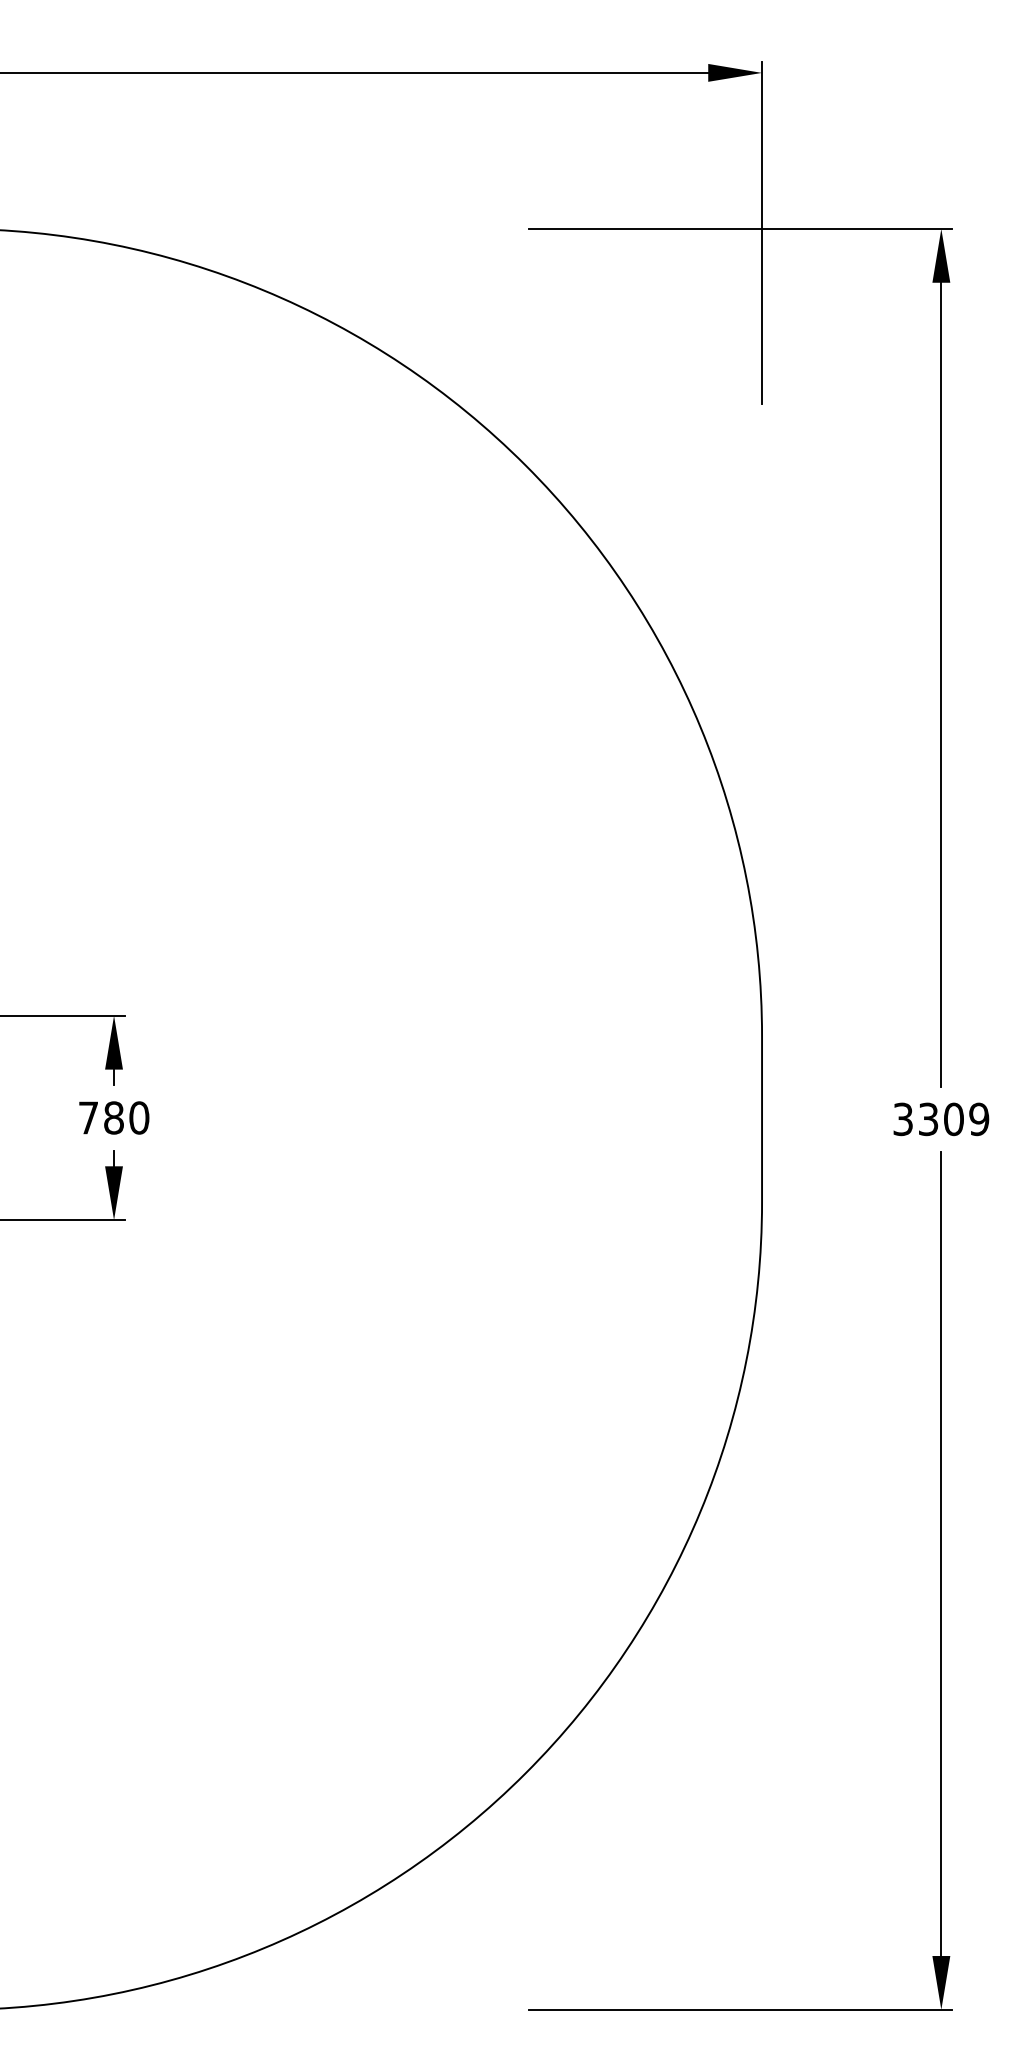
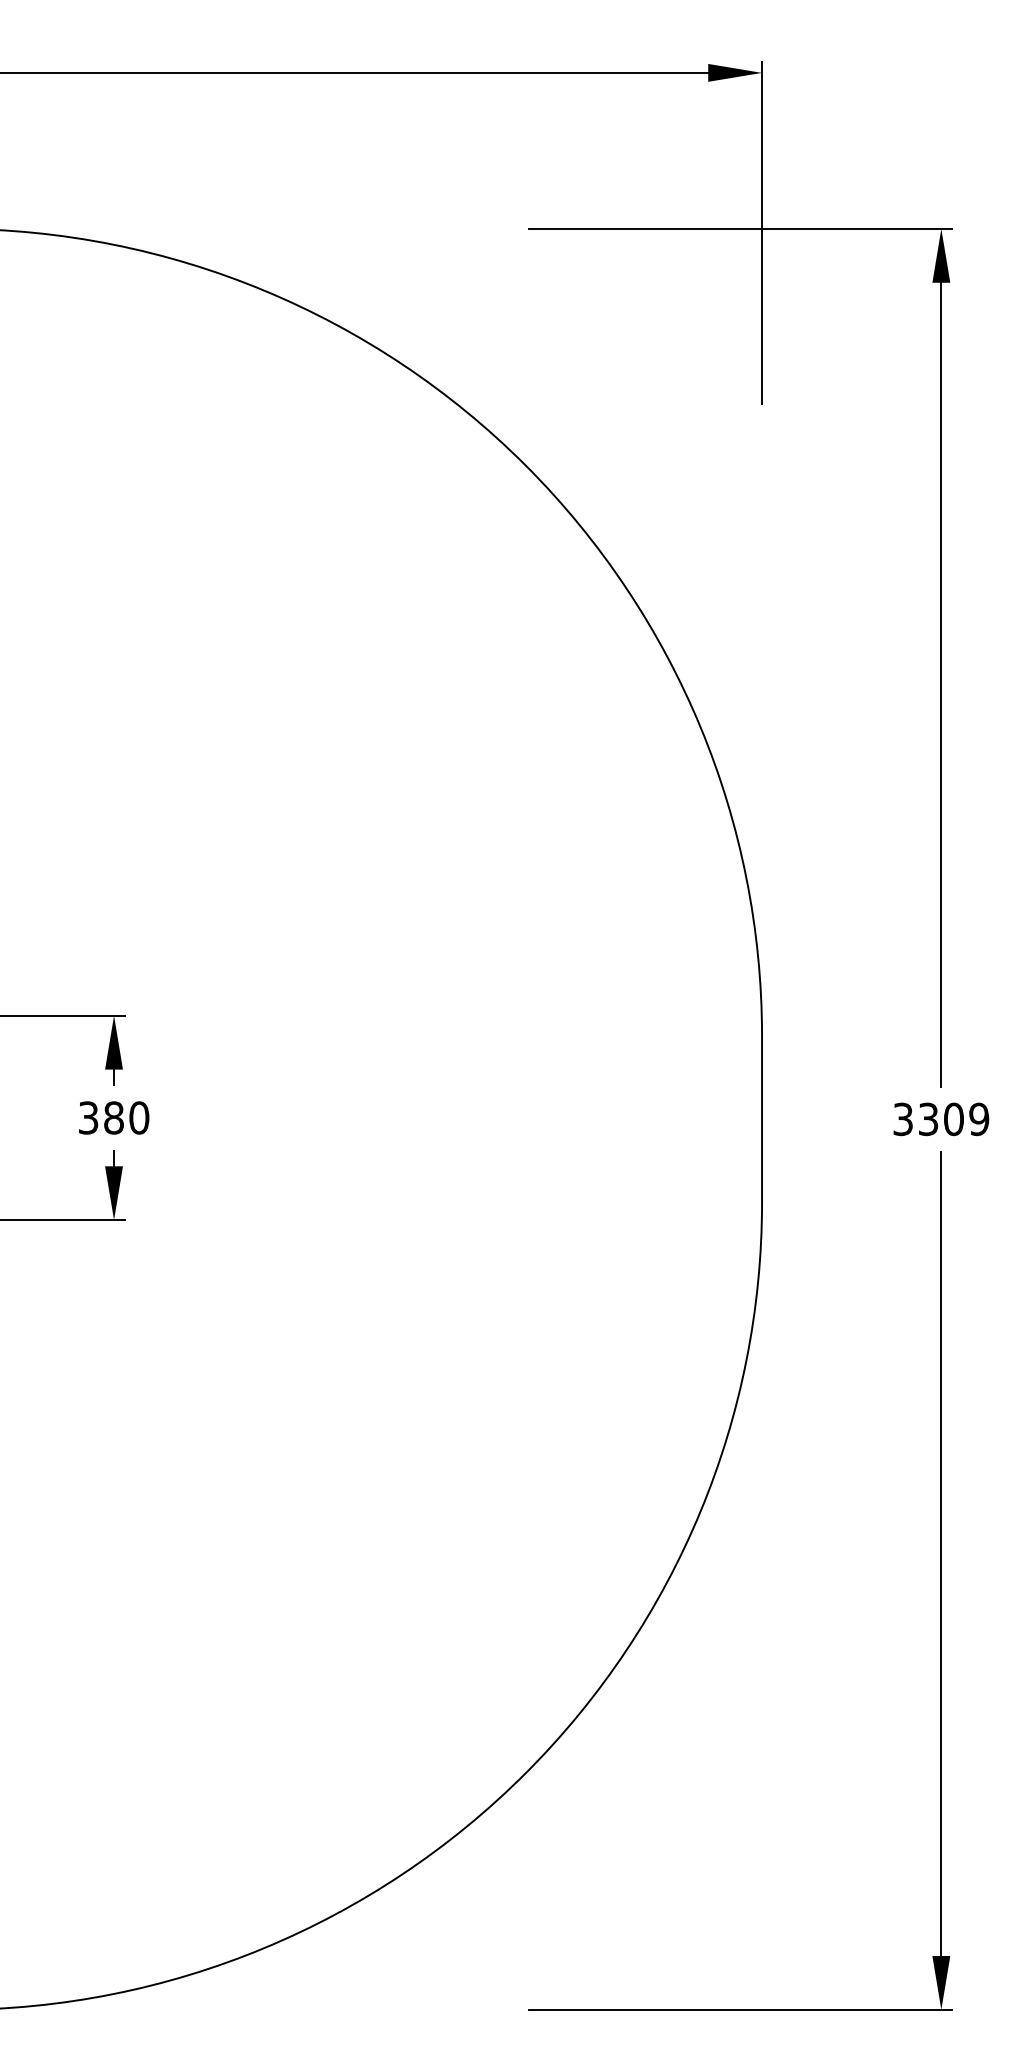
text at (88, 1117): 780 -> 380
